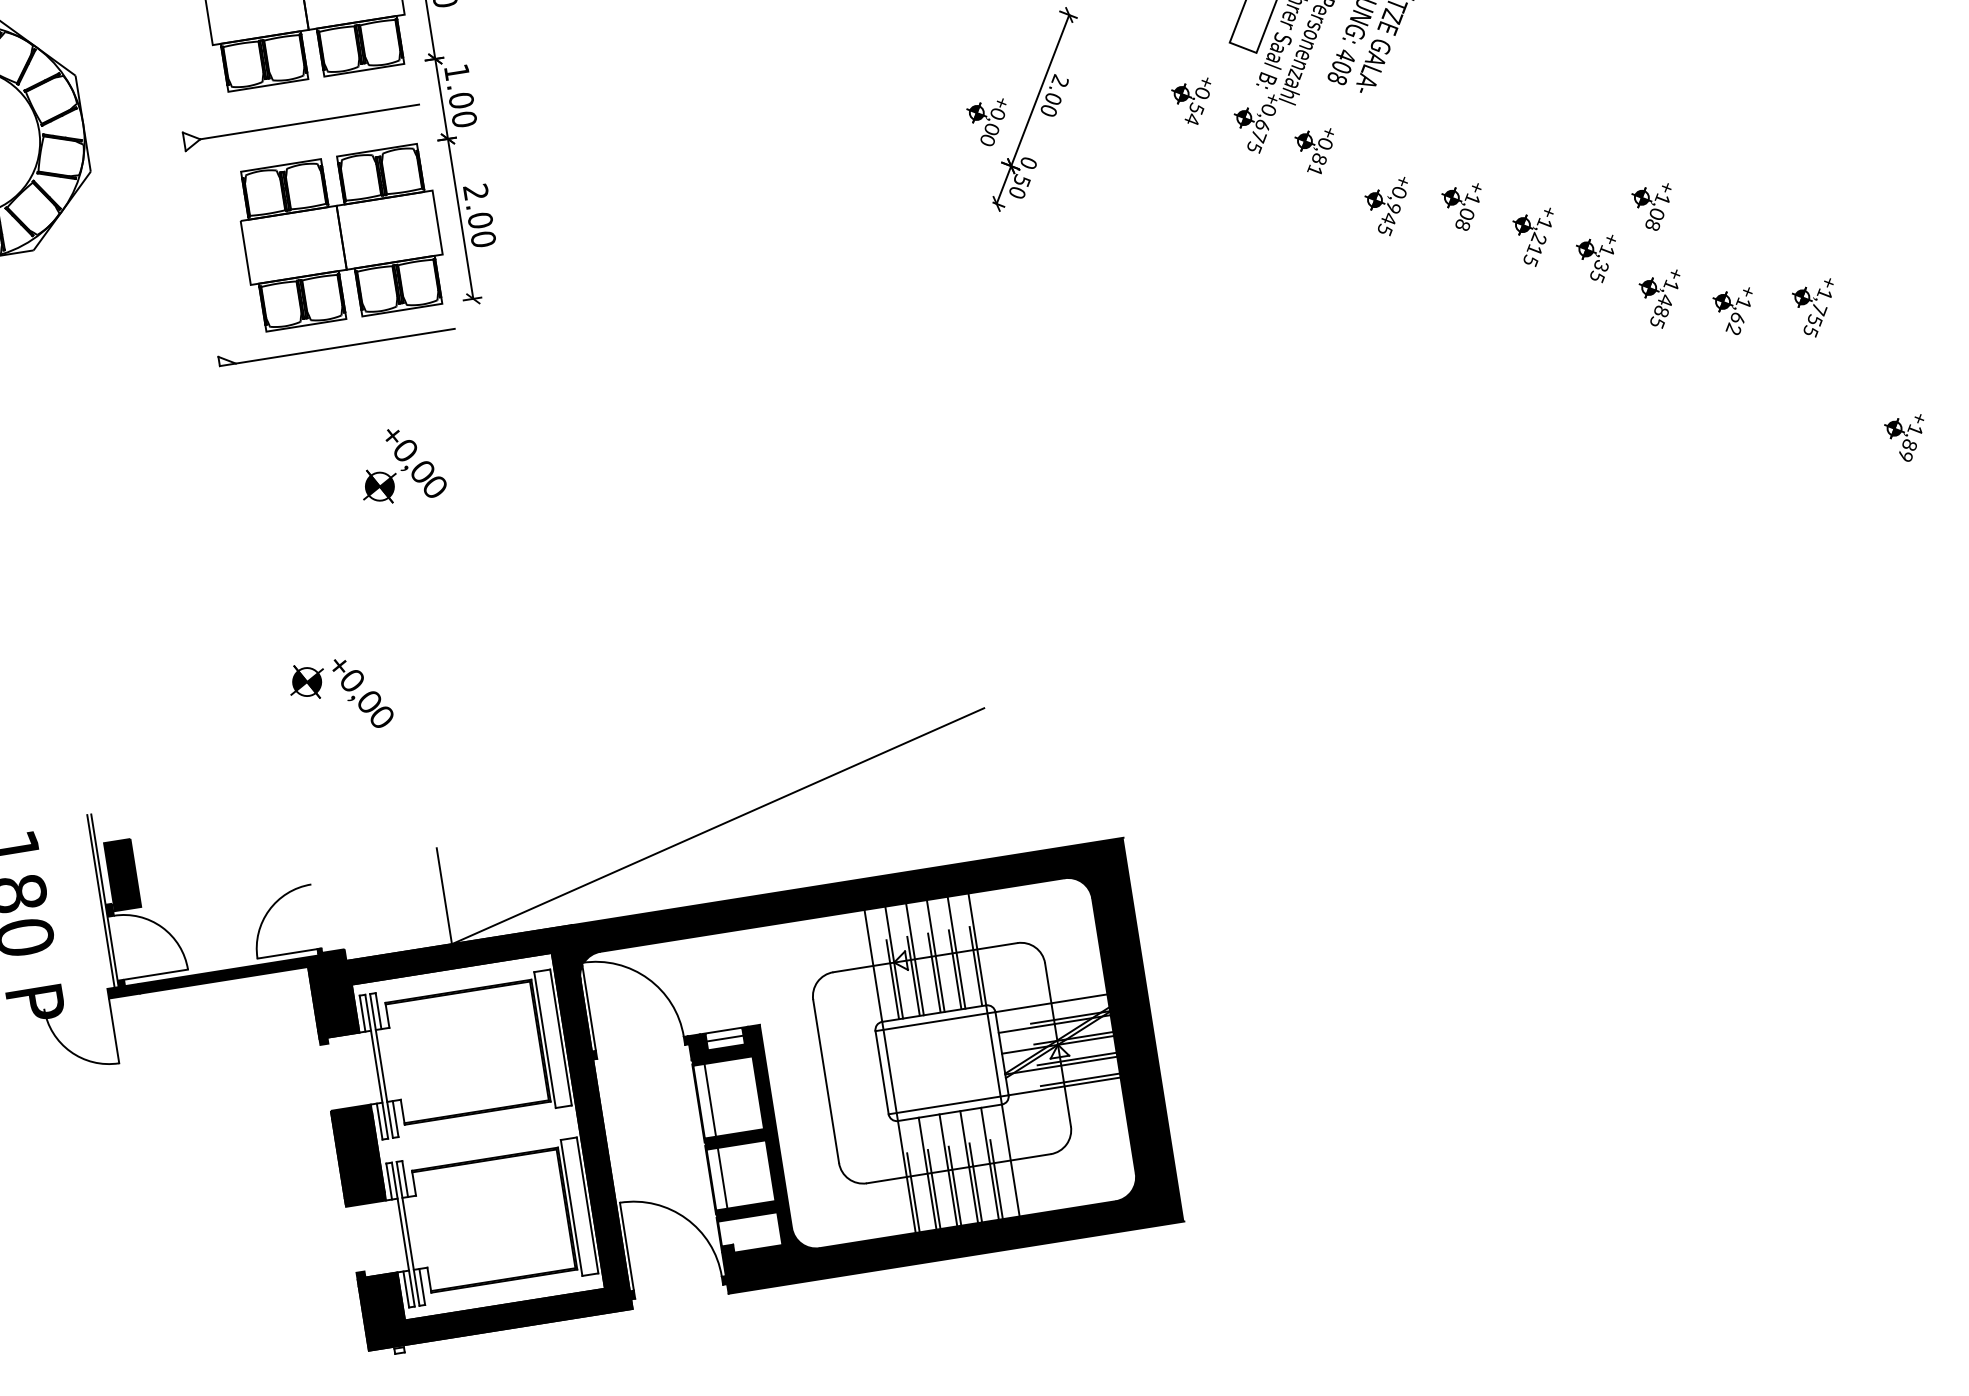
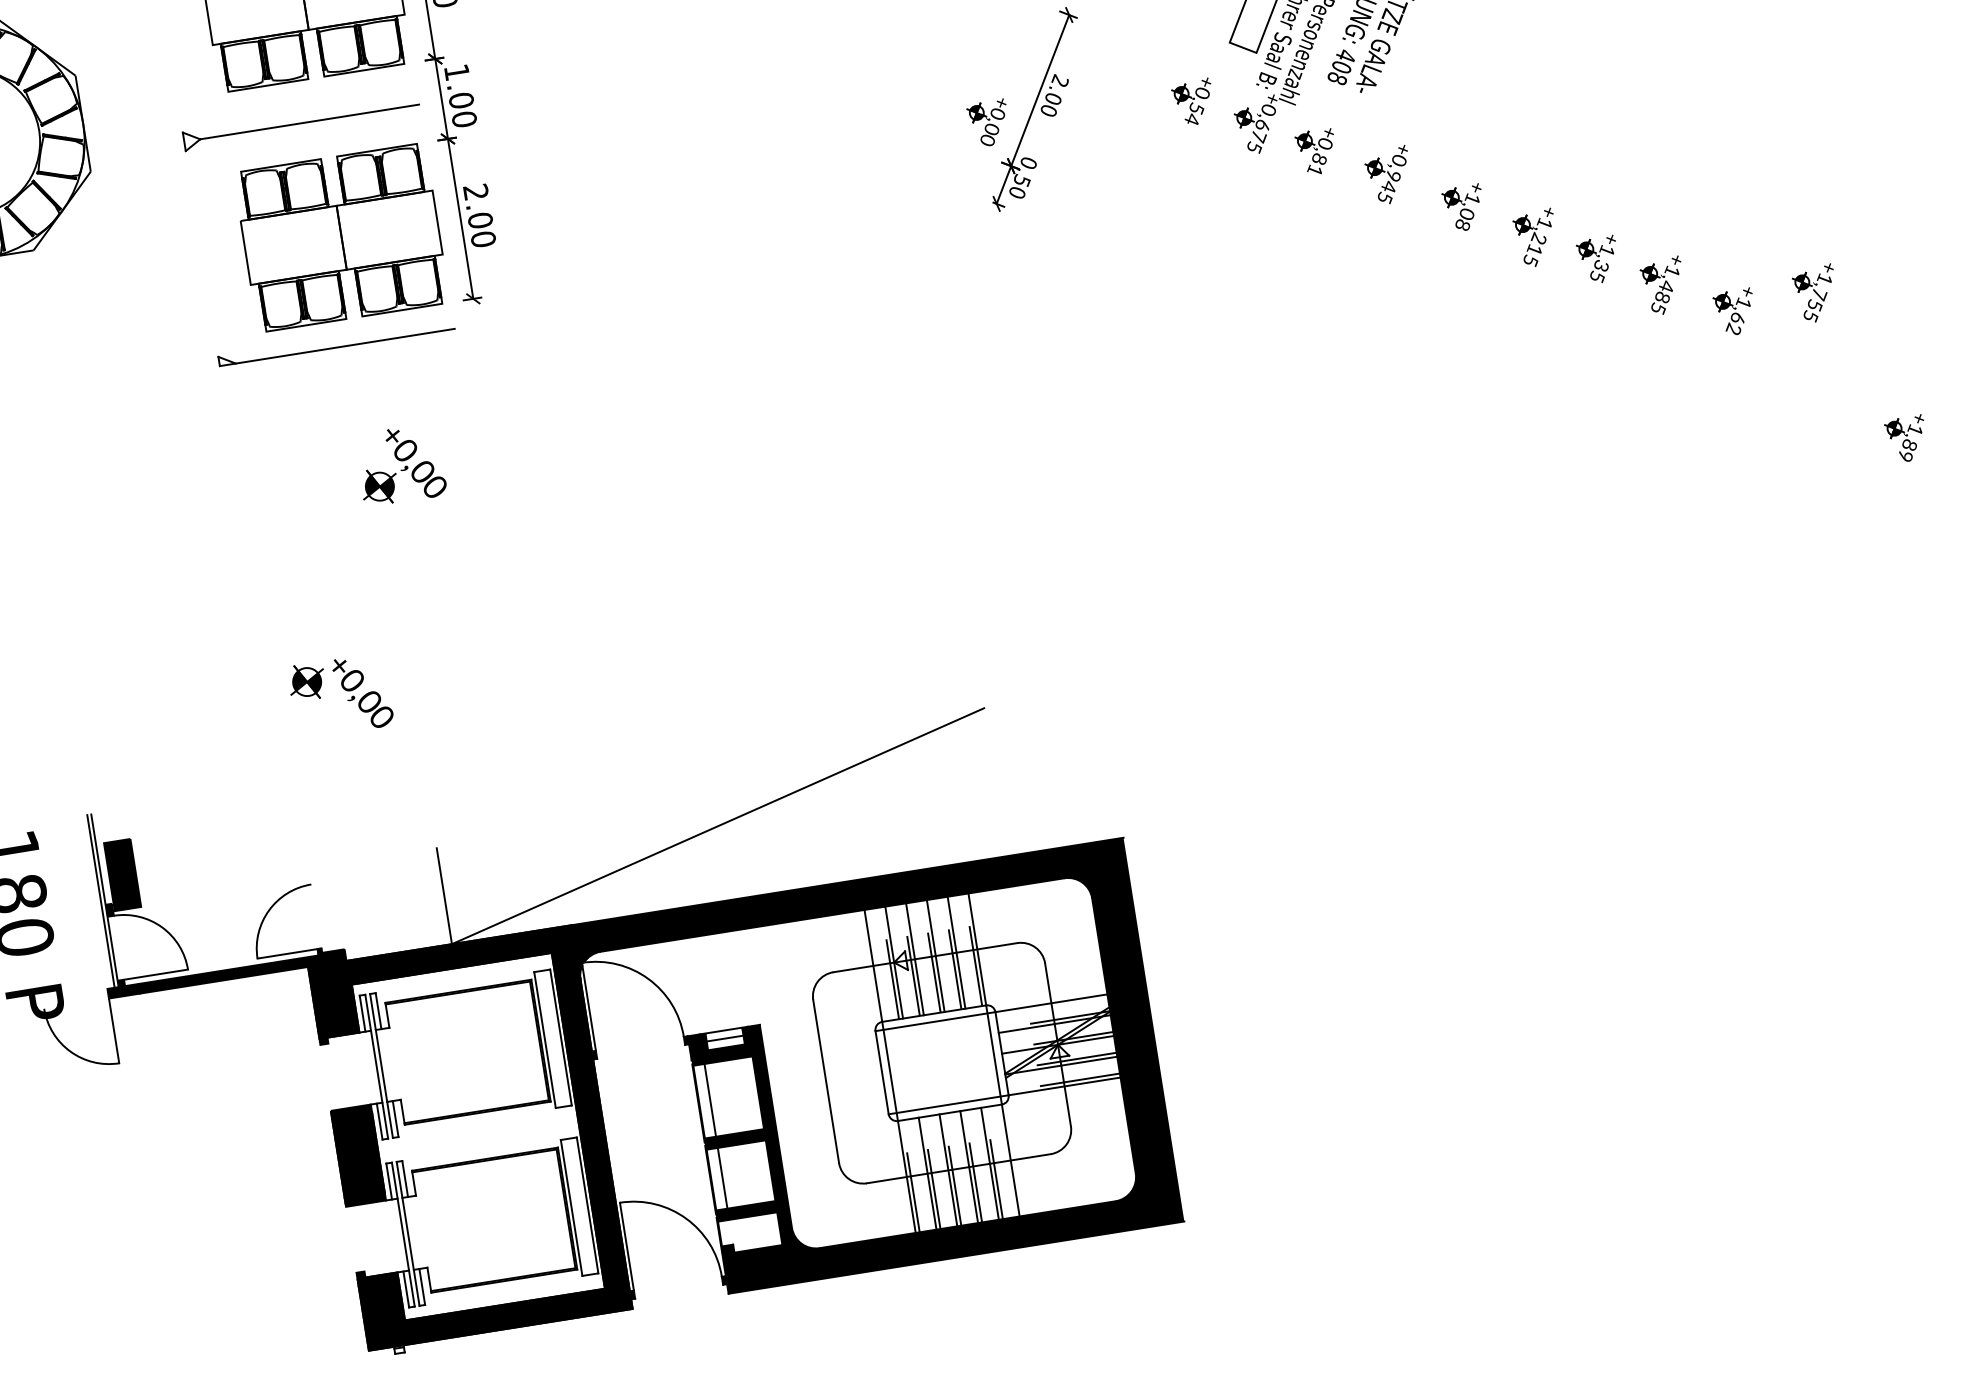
part at (1385, 206) position: (1385, 206) -> (1385, 174)
part at (1651, 206): present -> none
part at (1659, 298) position: (1659, 298) -> (1660, 284)
part at (1812, 307) position: (1812, 307) -> (1812, 292)
